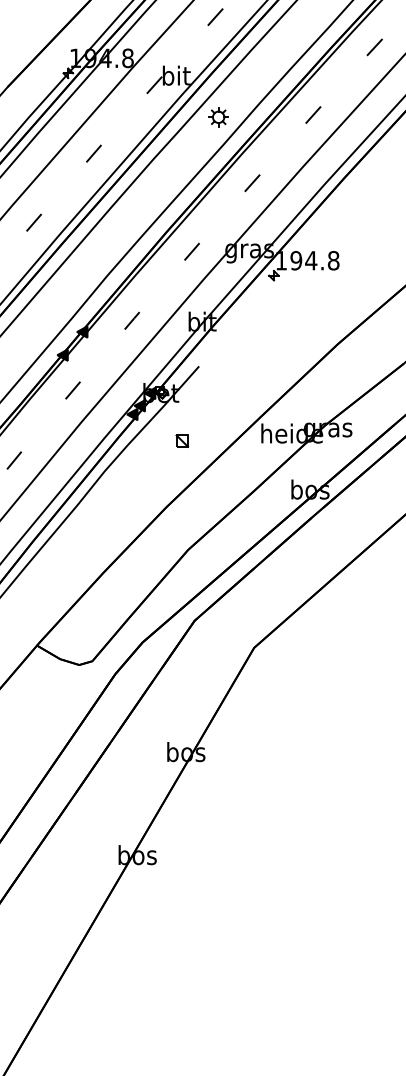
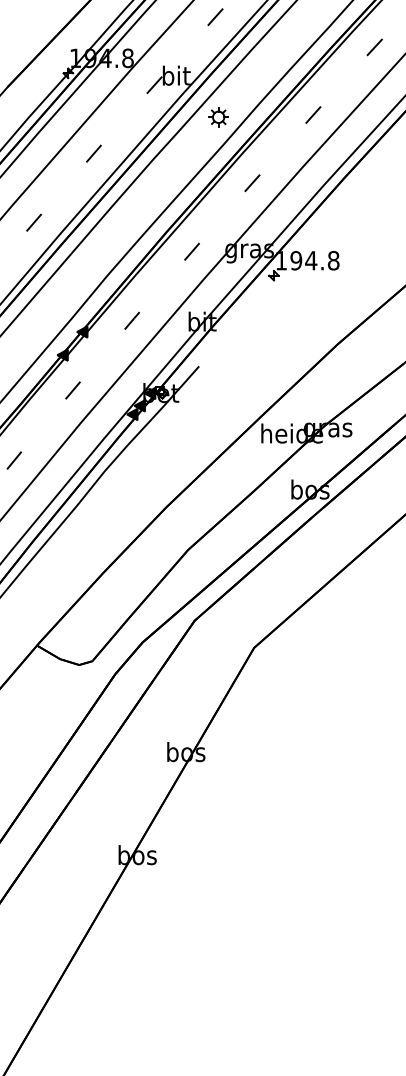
part at (182, 440): present -> none
